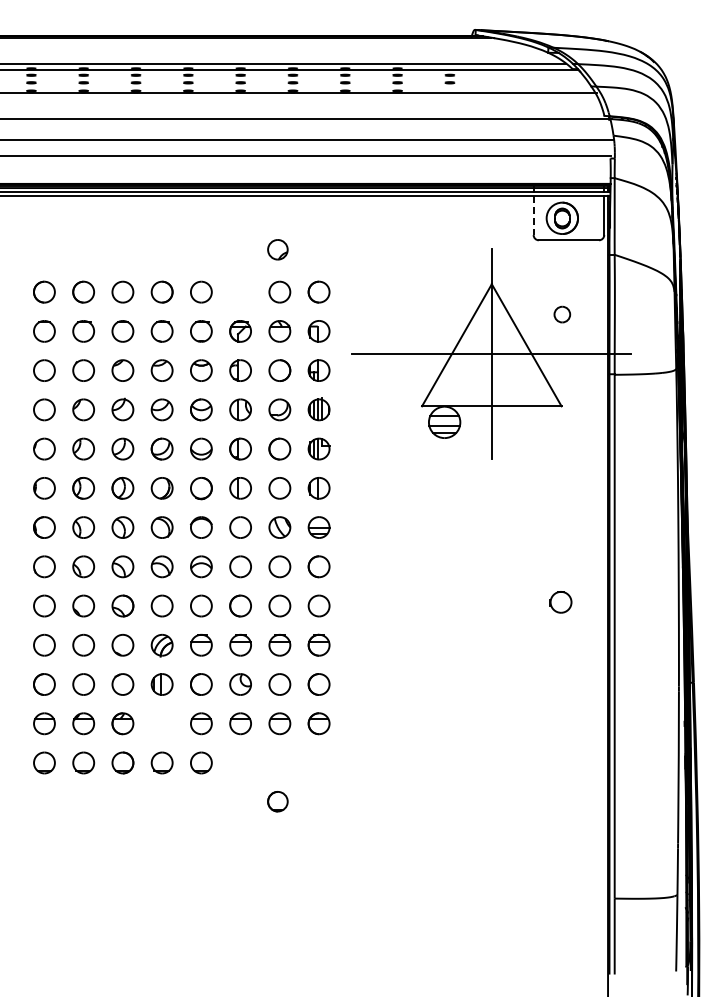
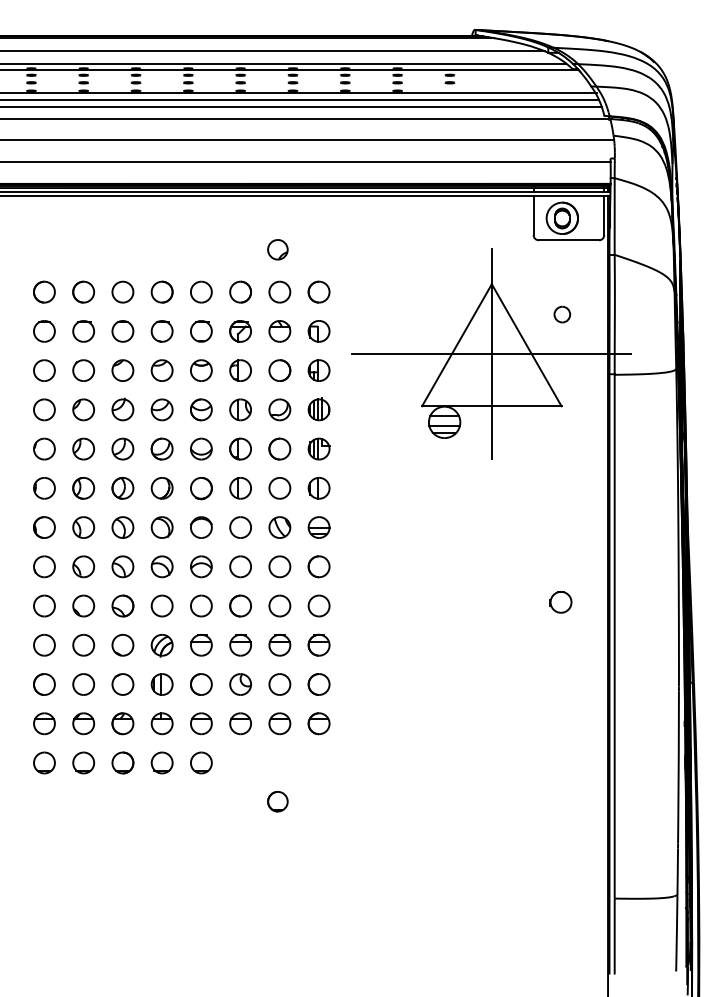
line at (273, 51): none -> present
line at (300, 100): none -> present
line at (301, 107): none -> present
line at (306, 156) position: (306, 156) -> (306, 162)
line at (533, 215): dashed -> solid
part at (240, 291): none -> present
part at (161, 723): none -> present
